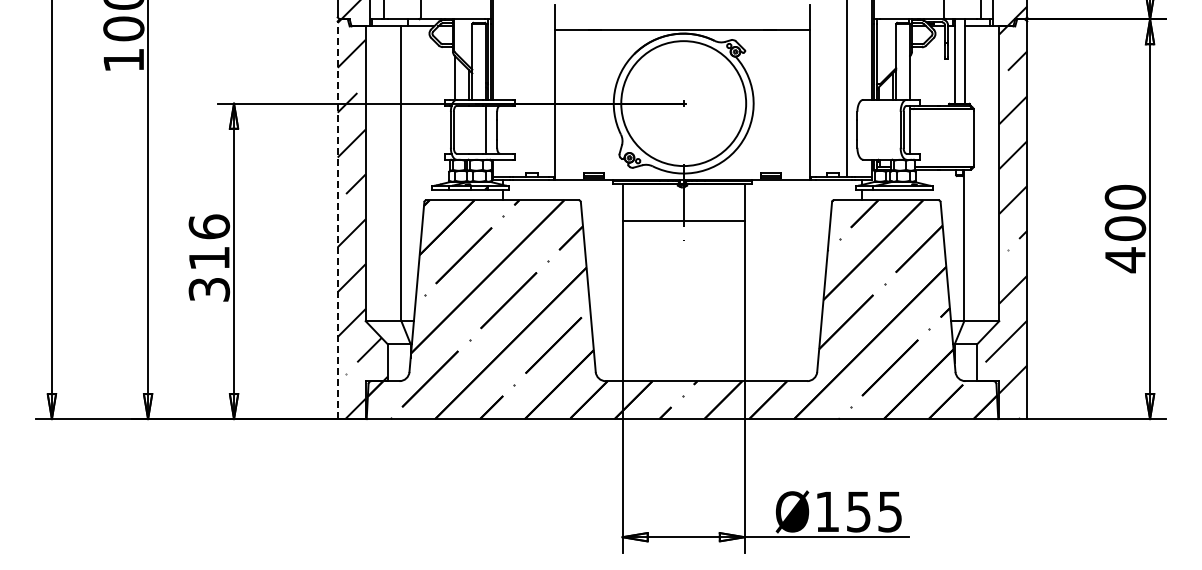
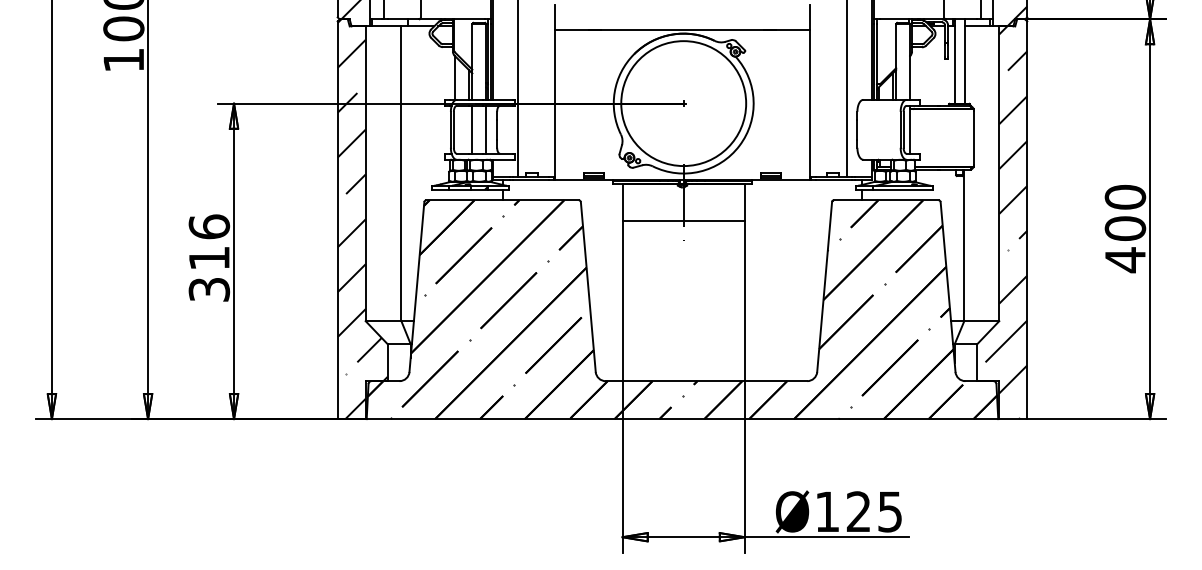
line at (517, 89): none -> present
line at (472, 129): none -> present
line at (337, 220): dashed -> solid
text at (858, 511): Ø155 -> Ø125
